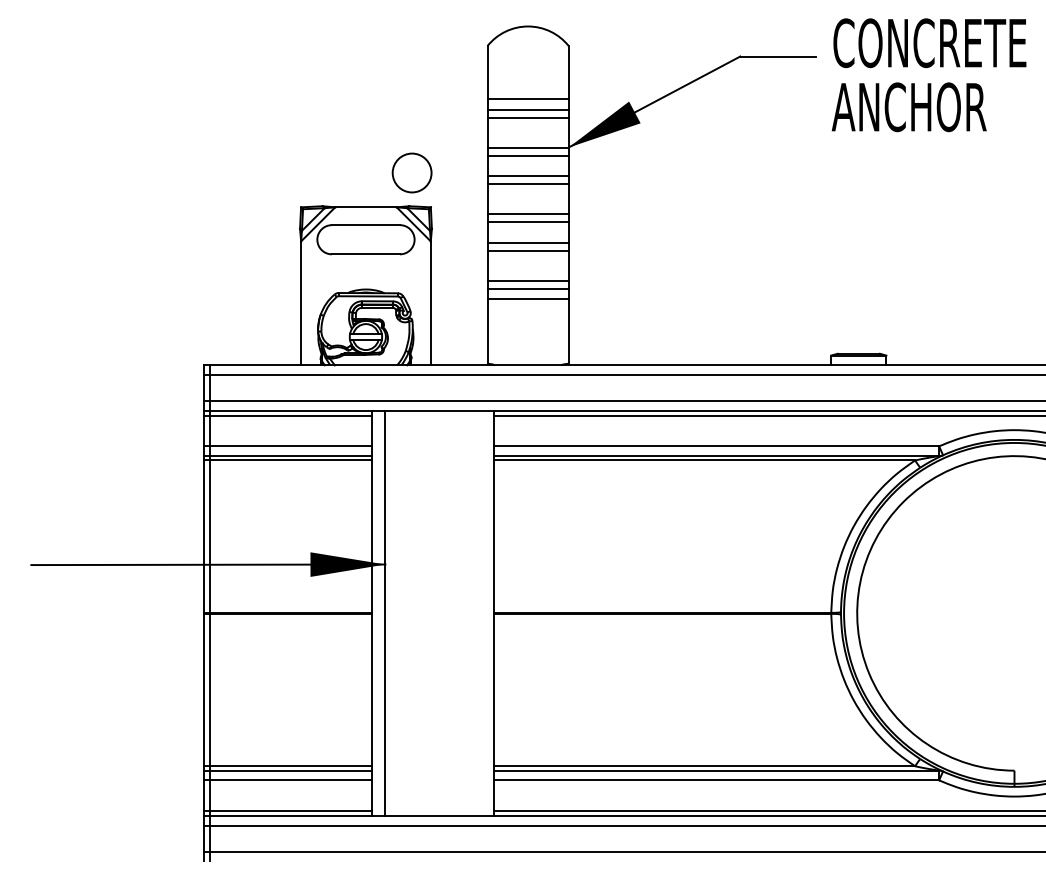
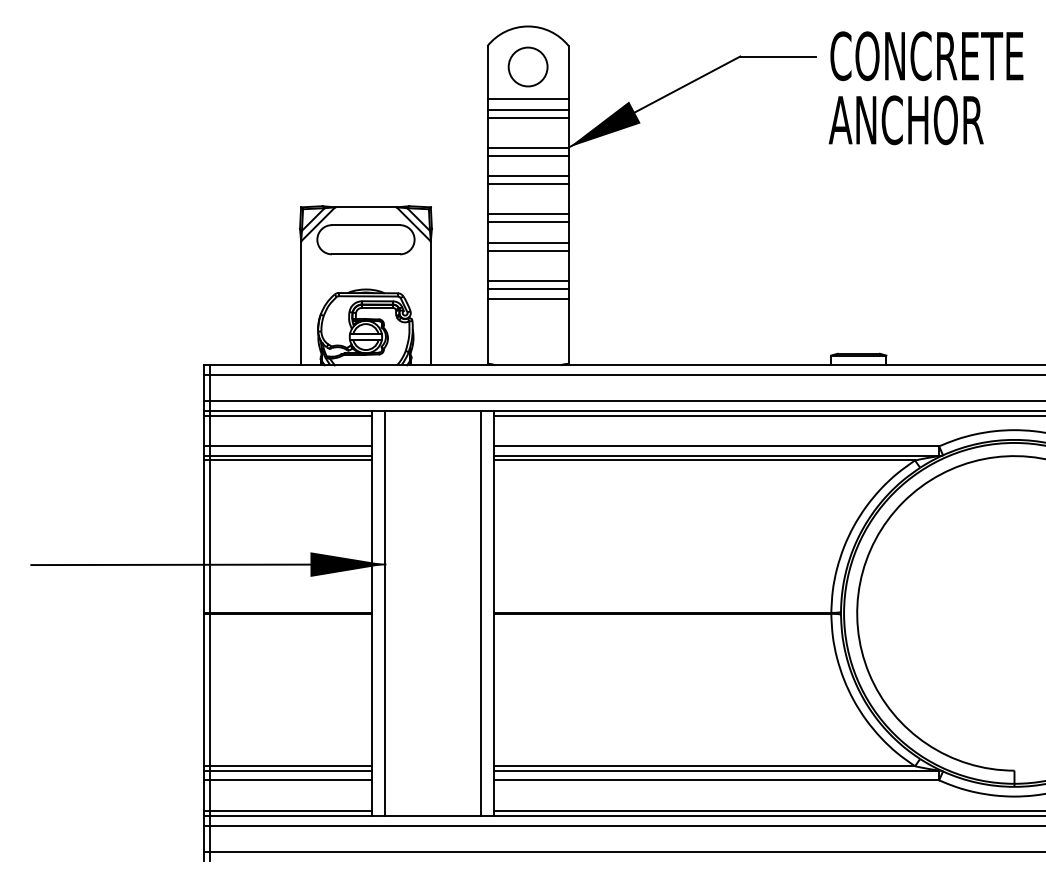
text at (928, 75) position: (928, 75) -> (925, 88)
circle at (411, 172) position: (411, 172) -> (527, 66)
line at (481, 613): none -> present
